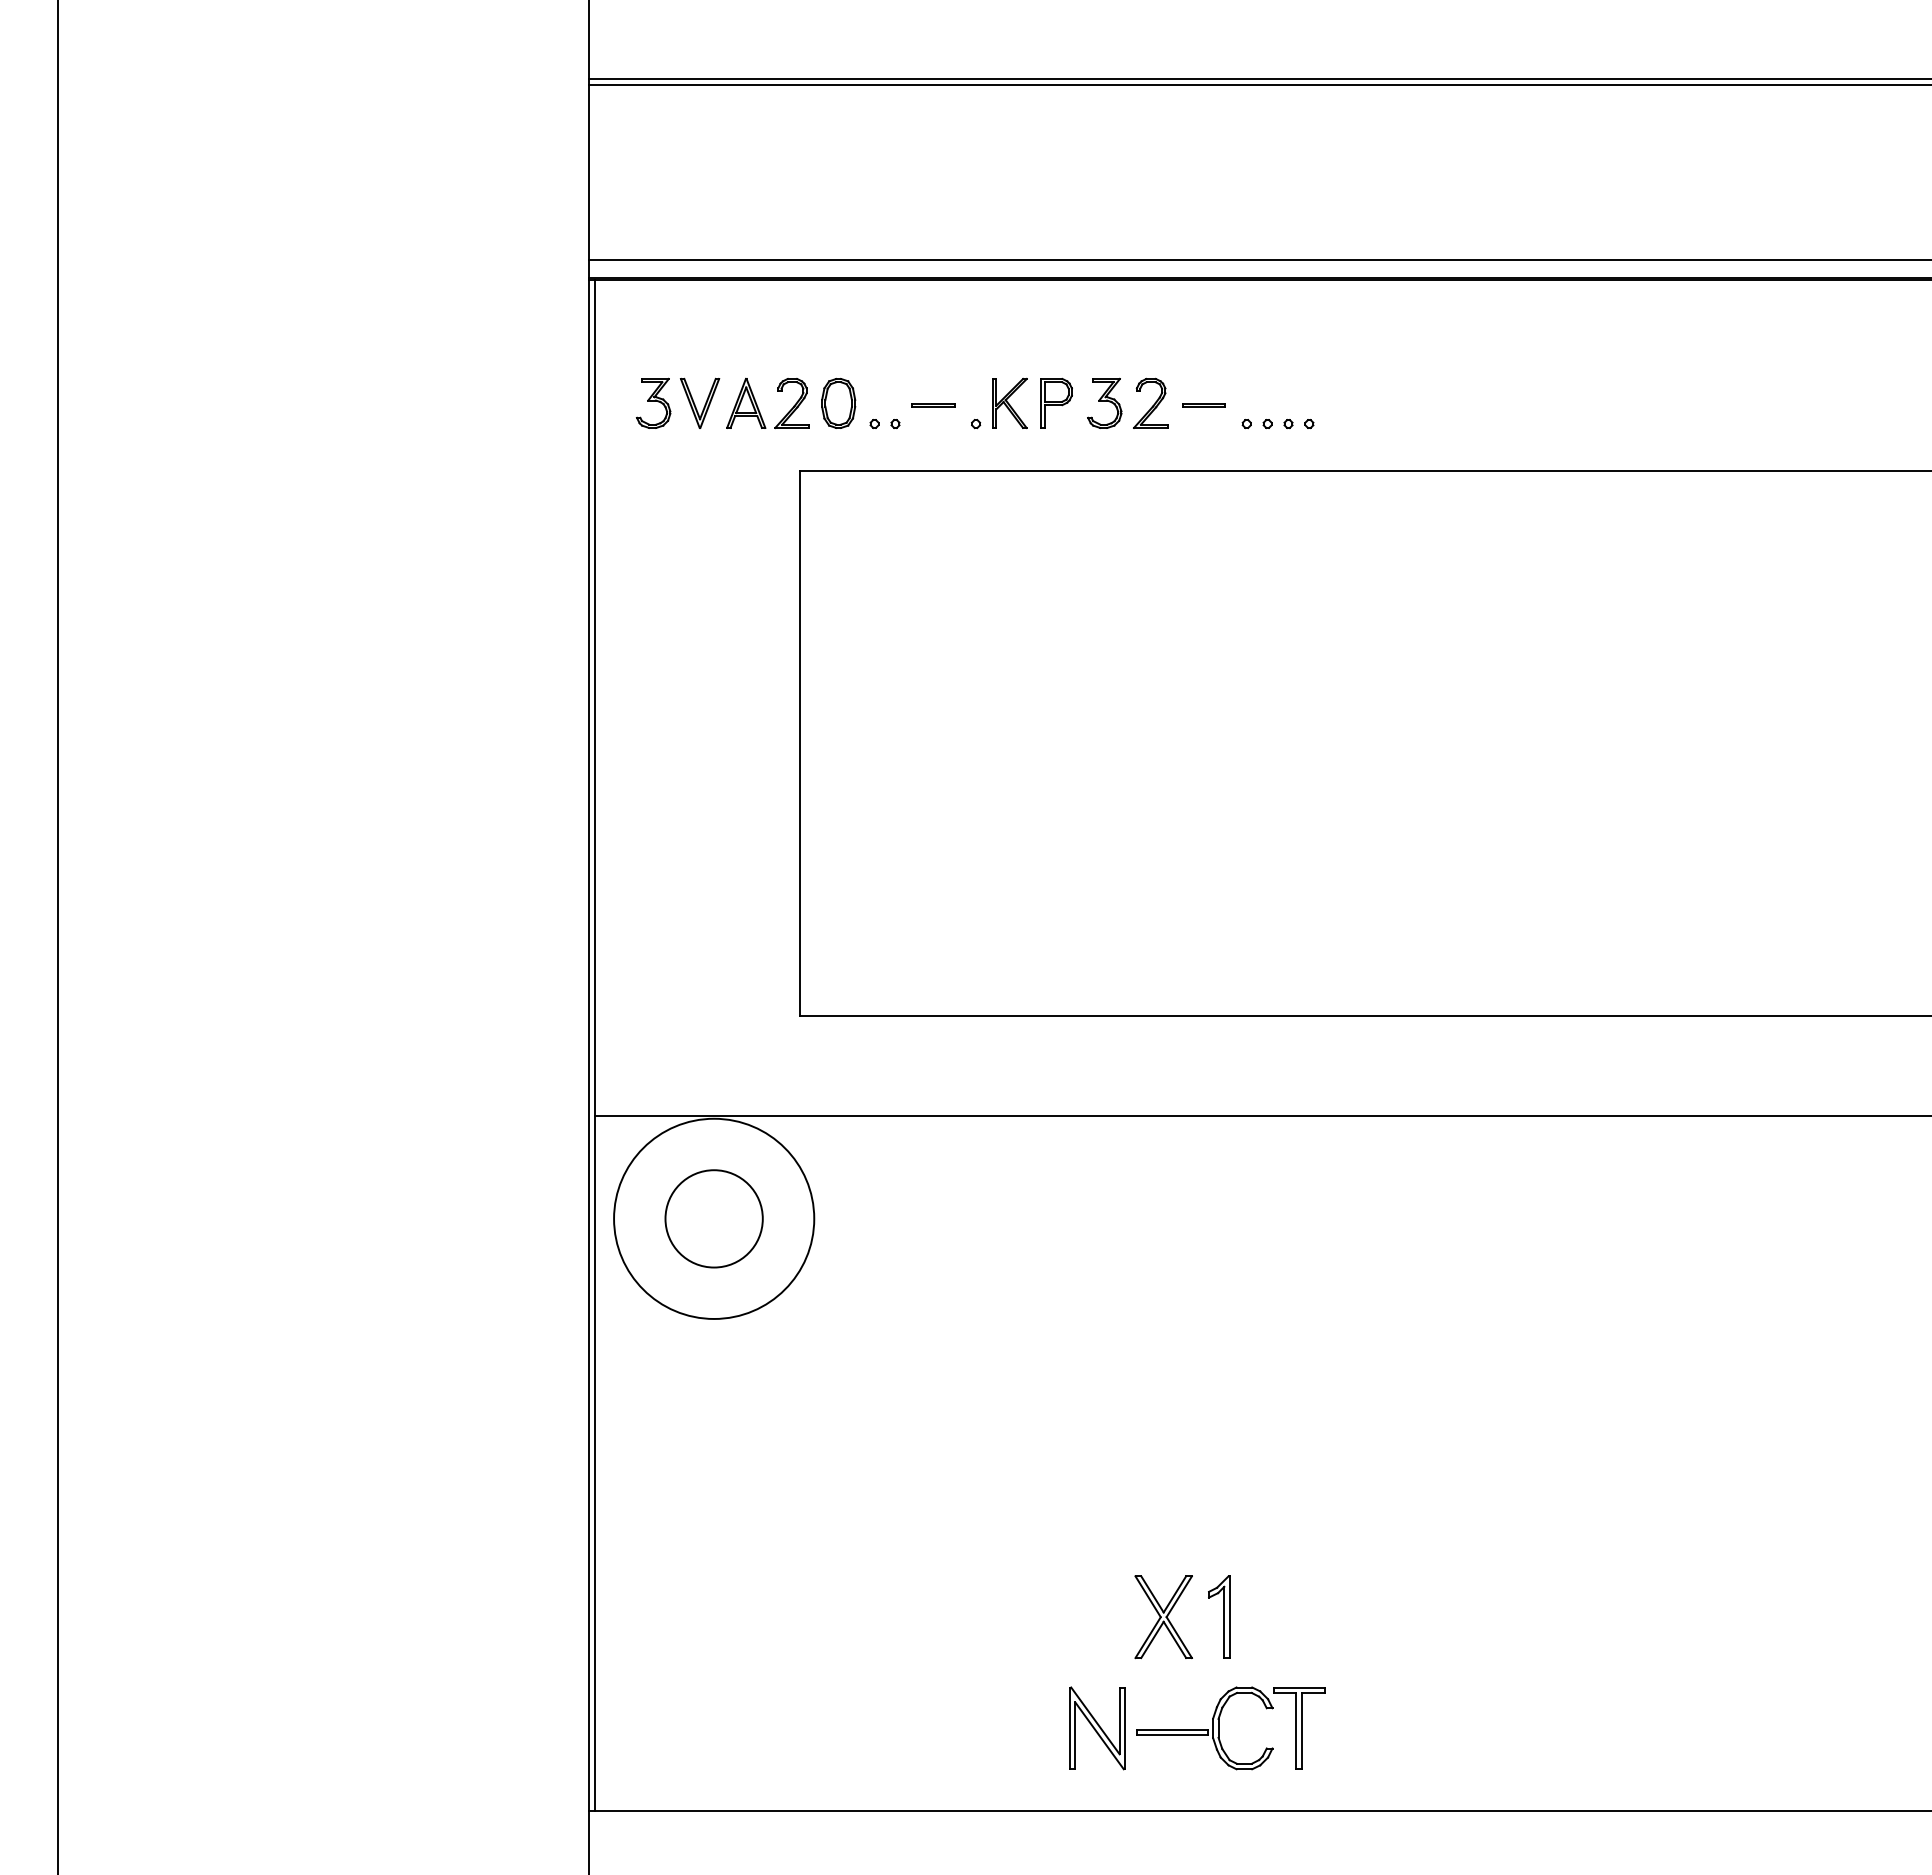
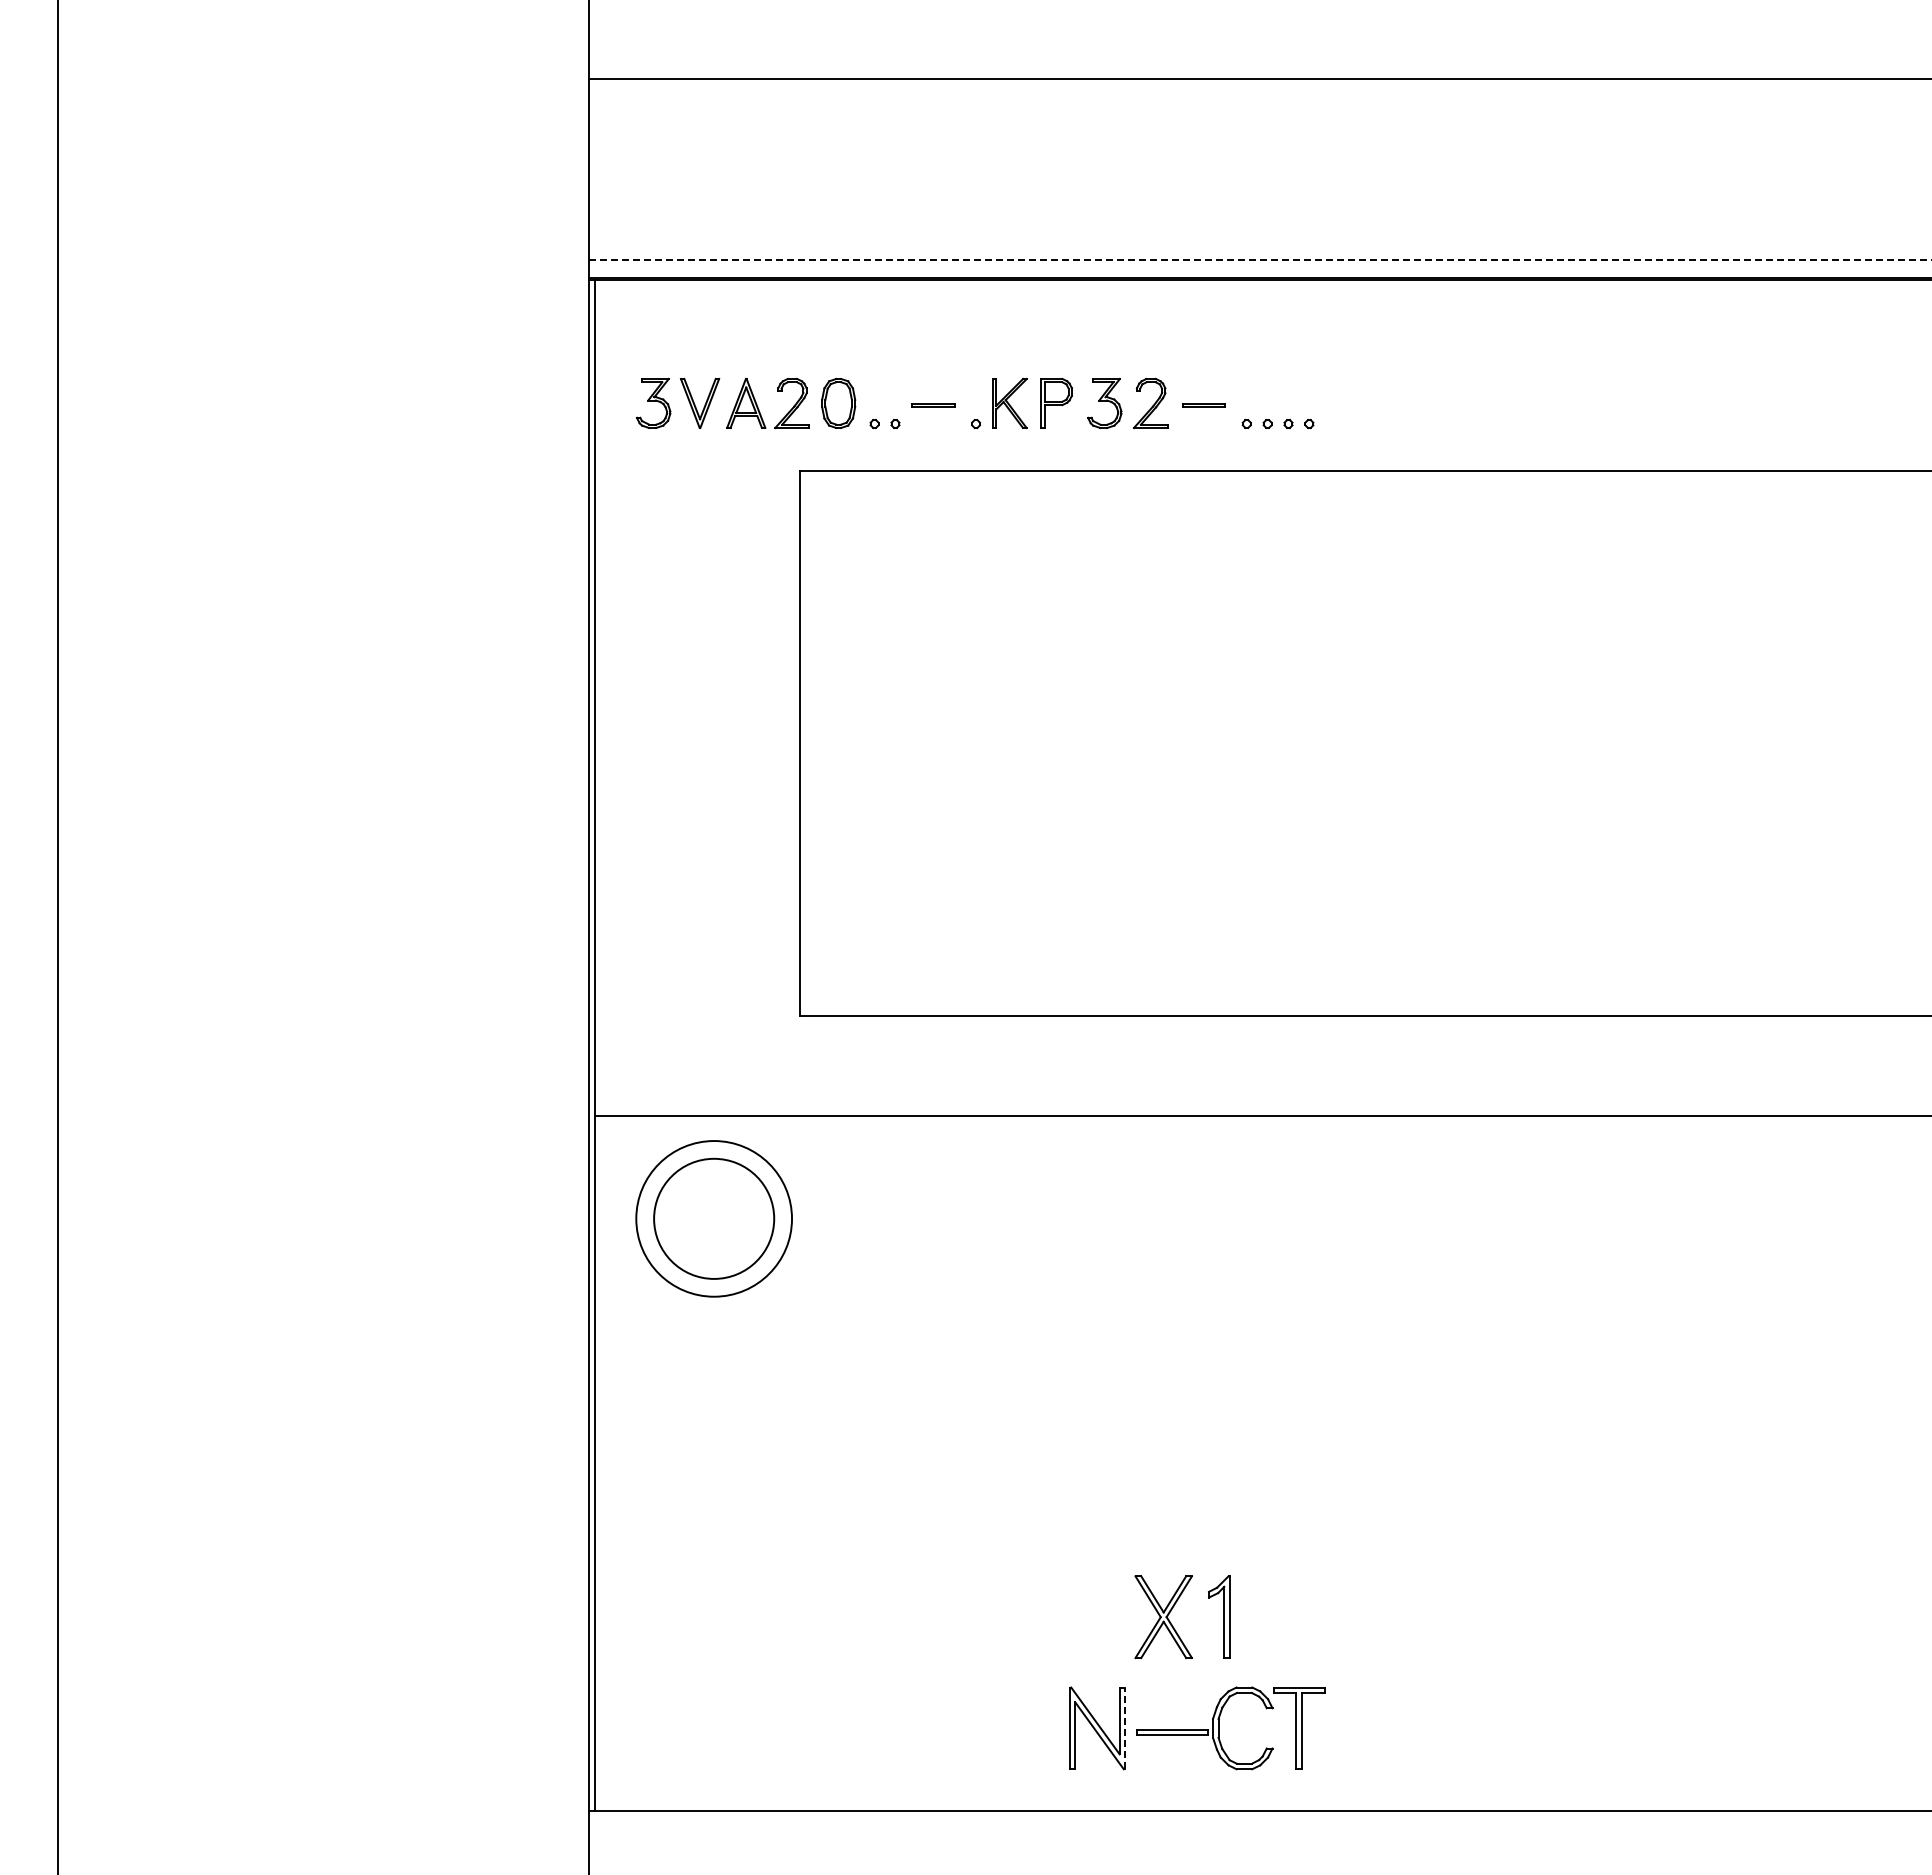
line at (1258, 84): present -> none
line at (1260, 259): solid -> dashed
circle at (713, 1218) diameter: 97 px -> 156 px
circle at (714, 1218) diameter: 200 px -> 120 px
line at (1125, 1728): solid -> dashed
